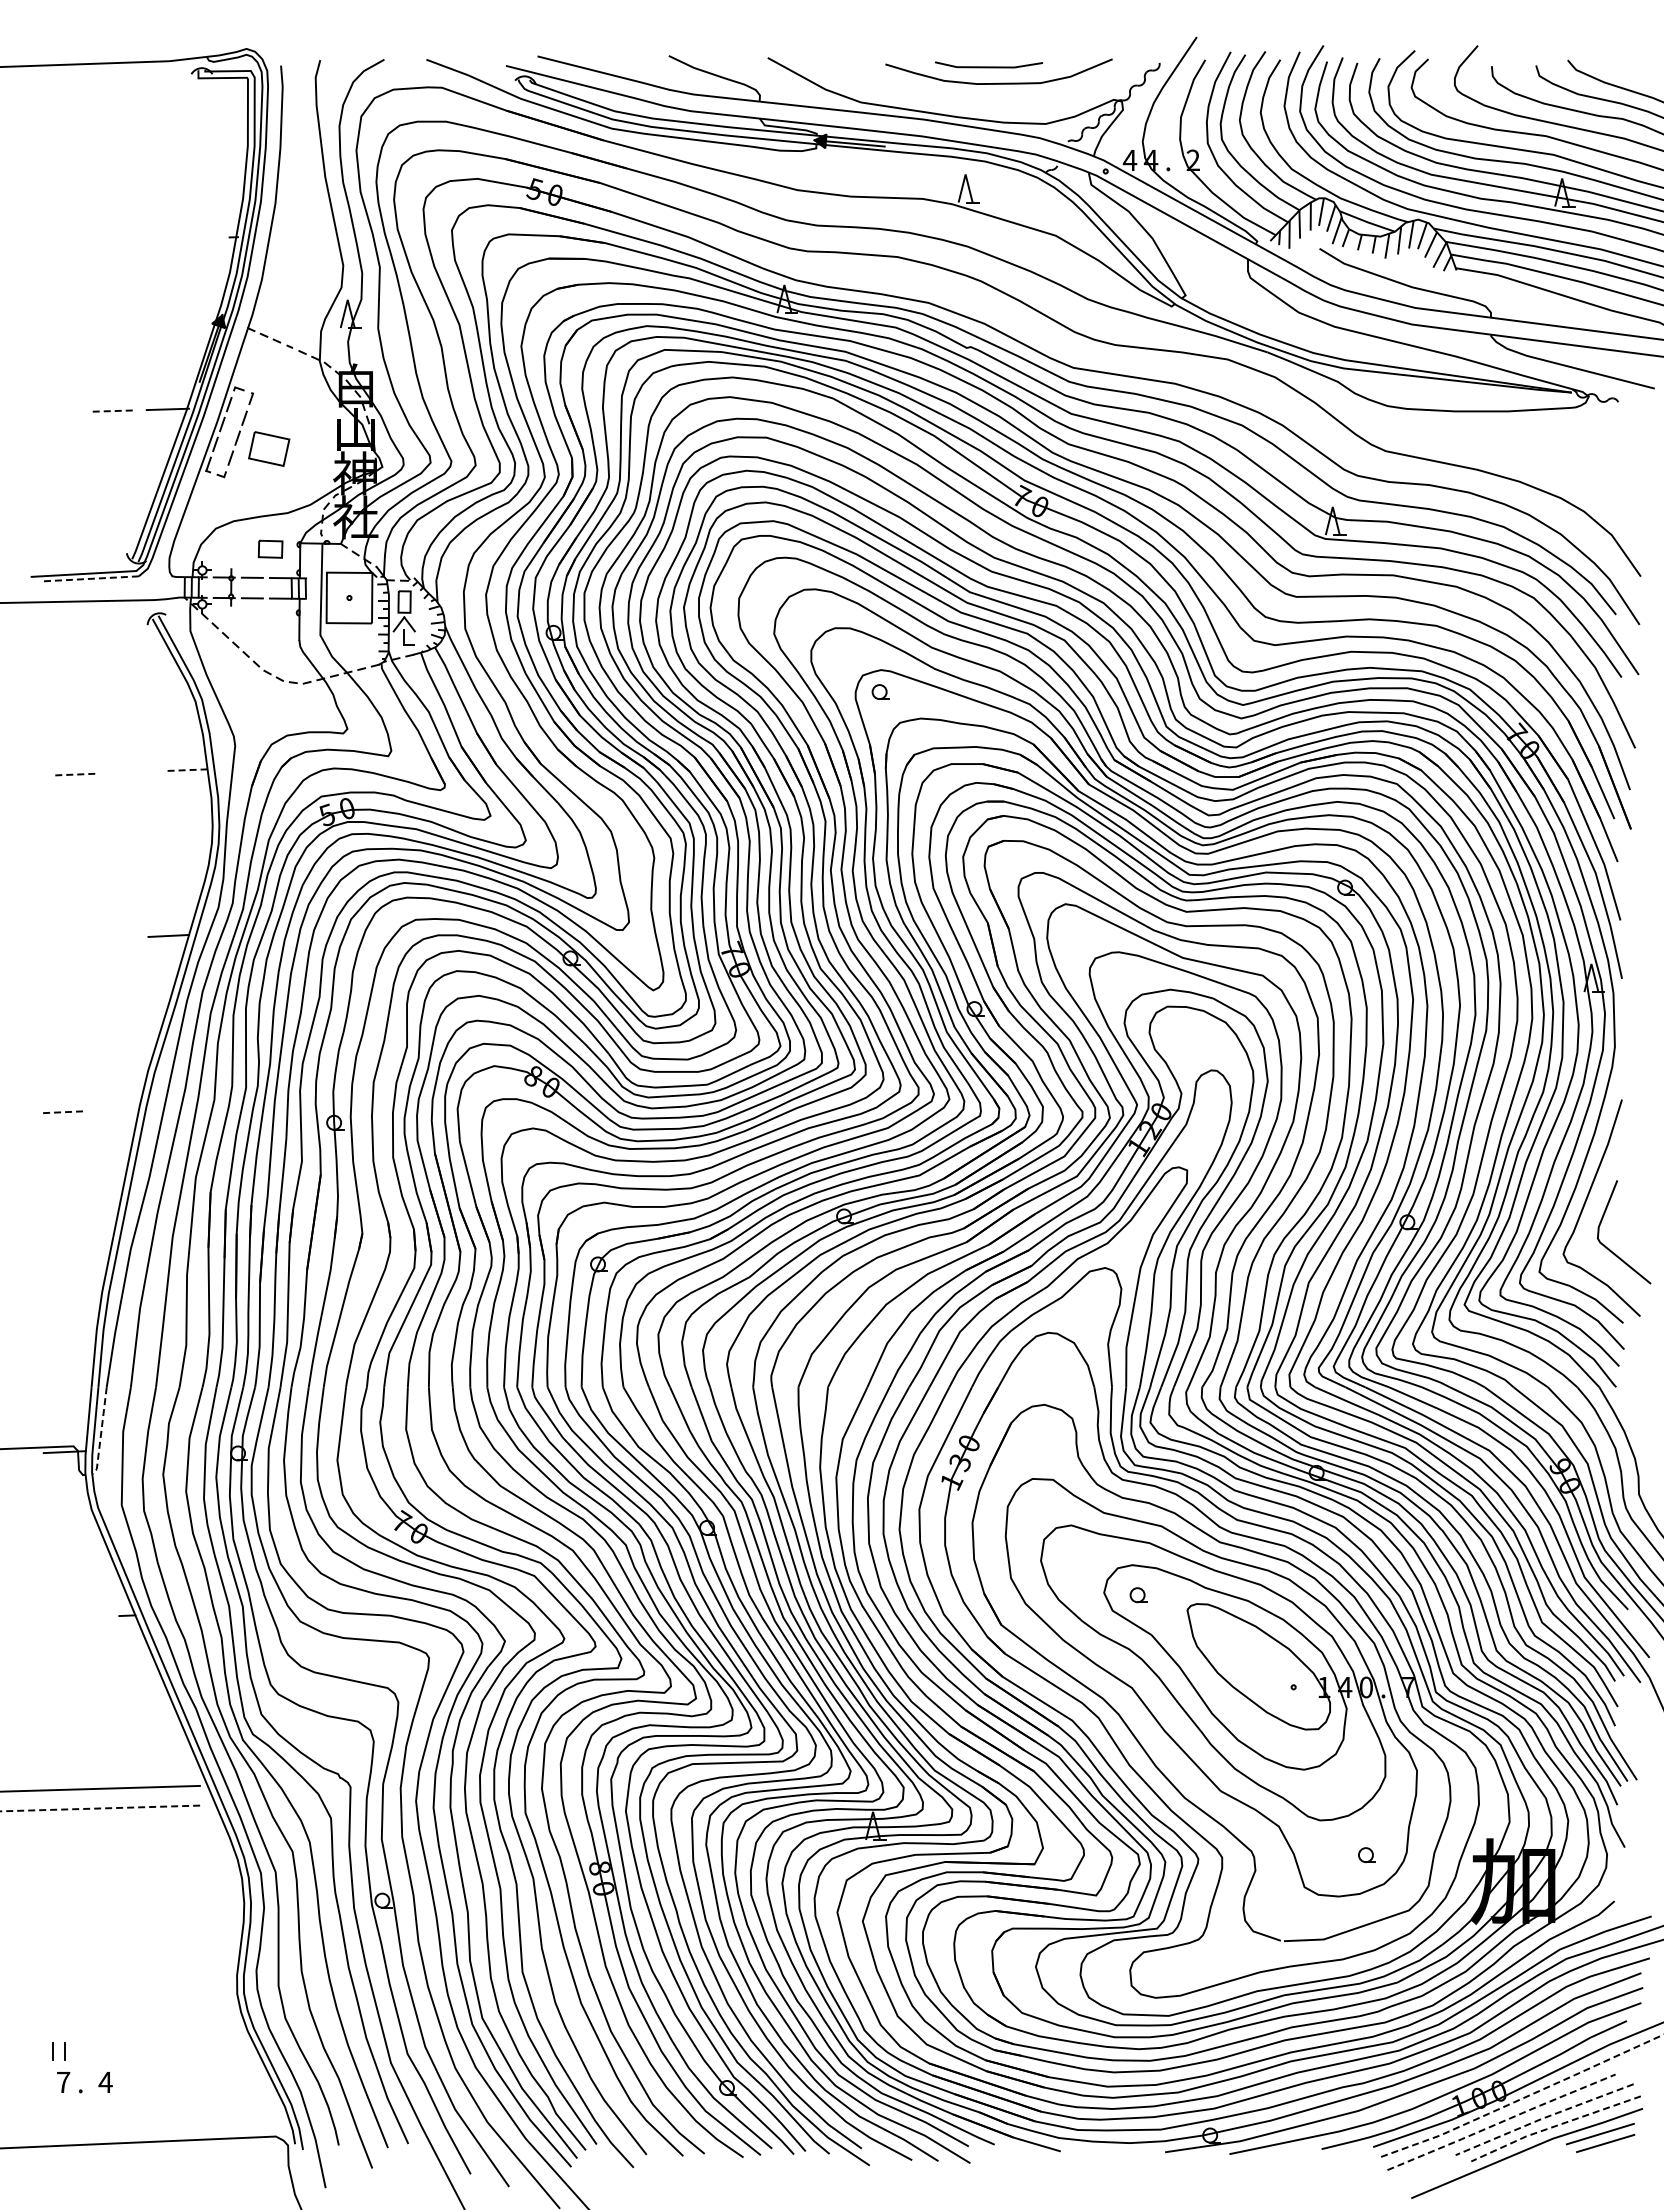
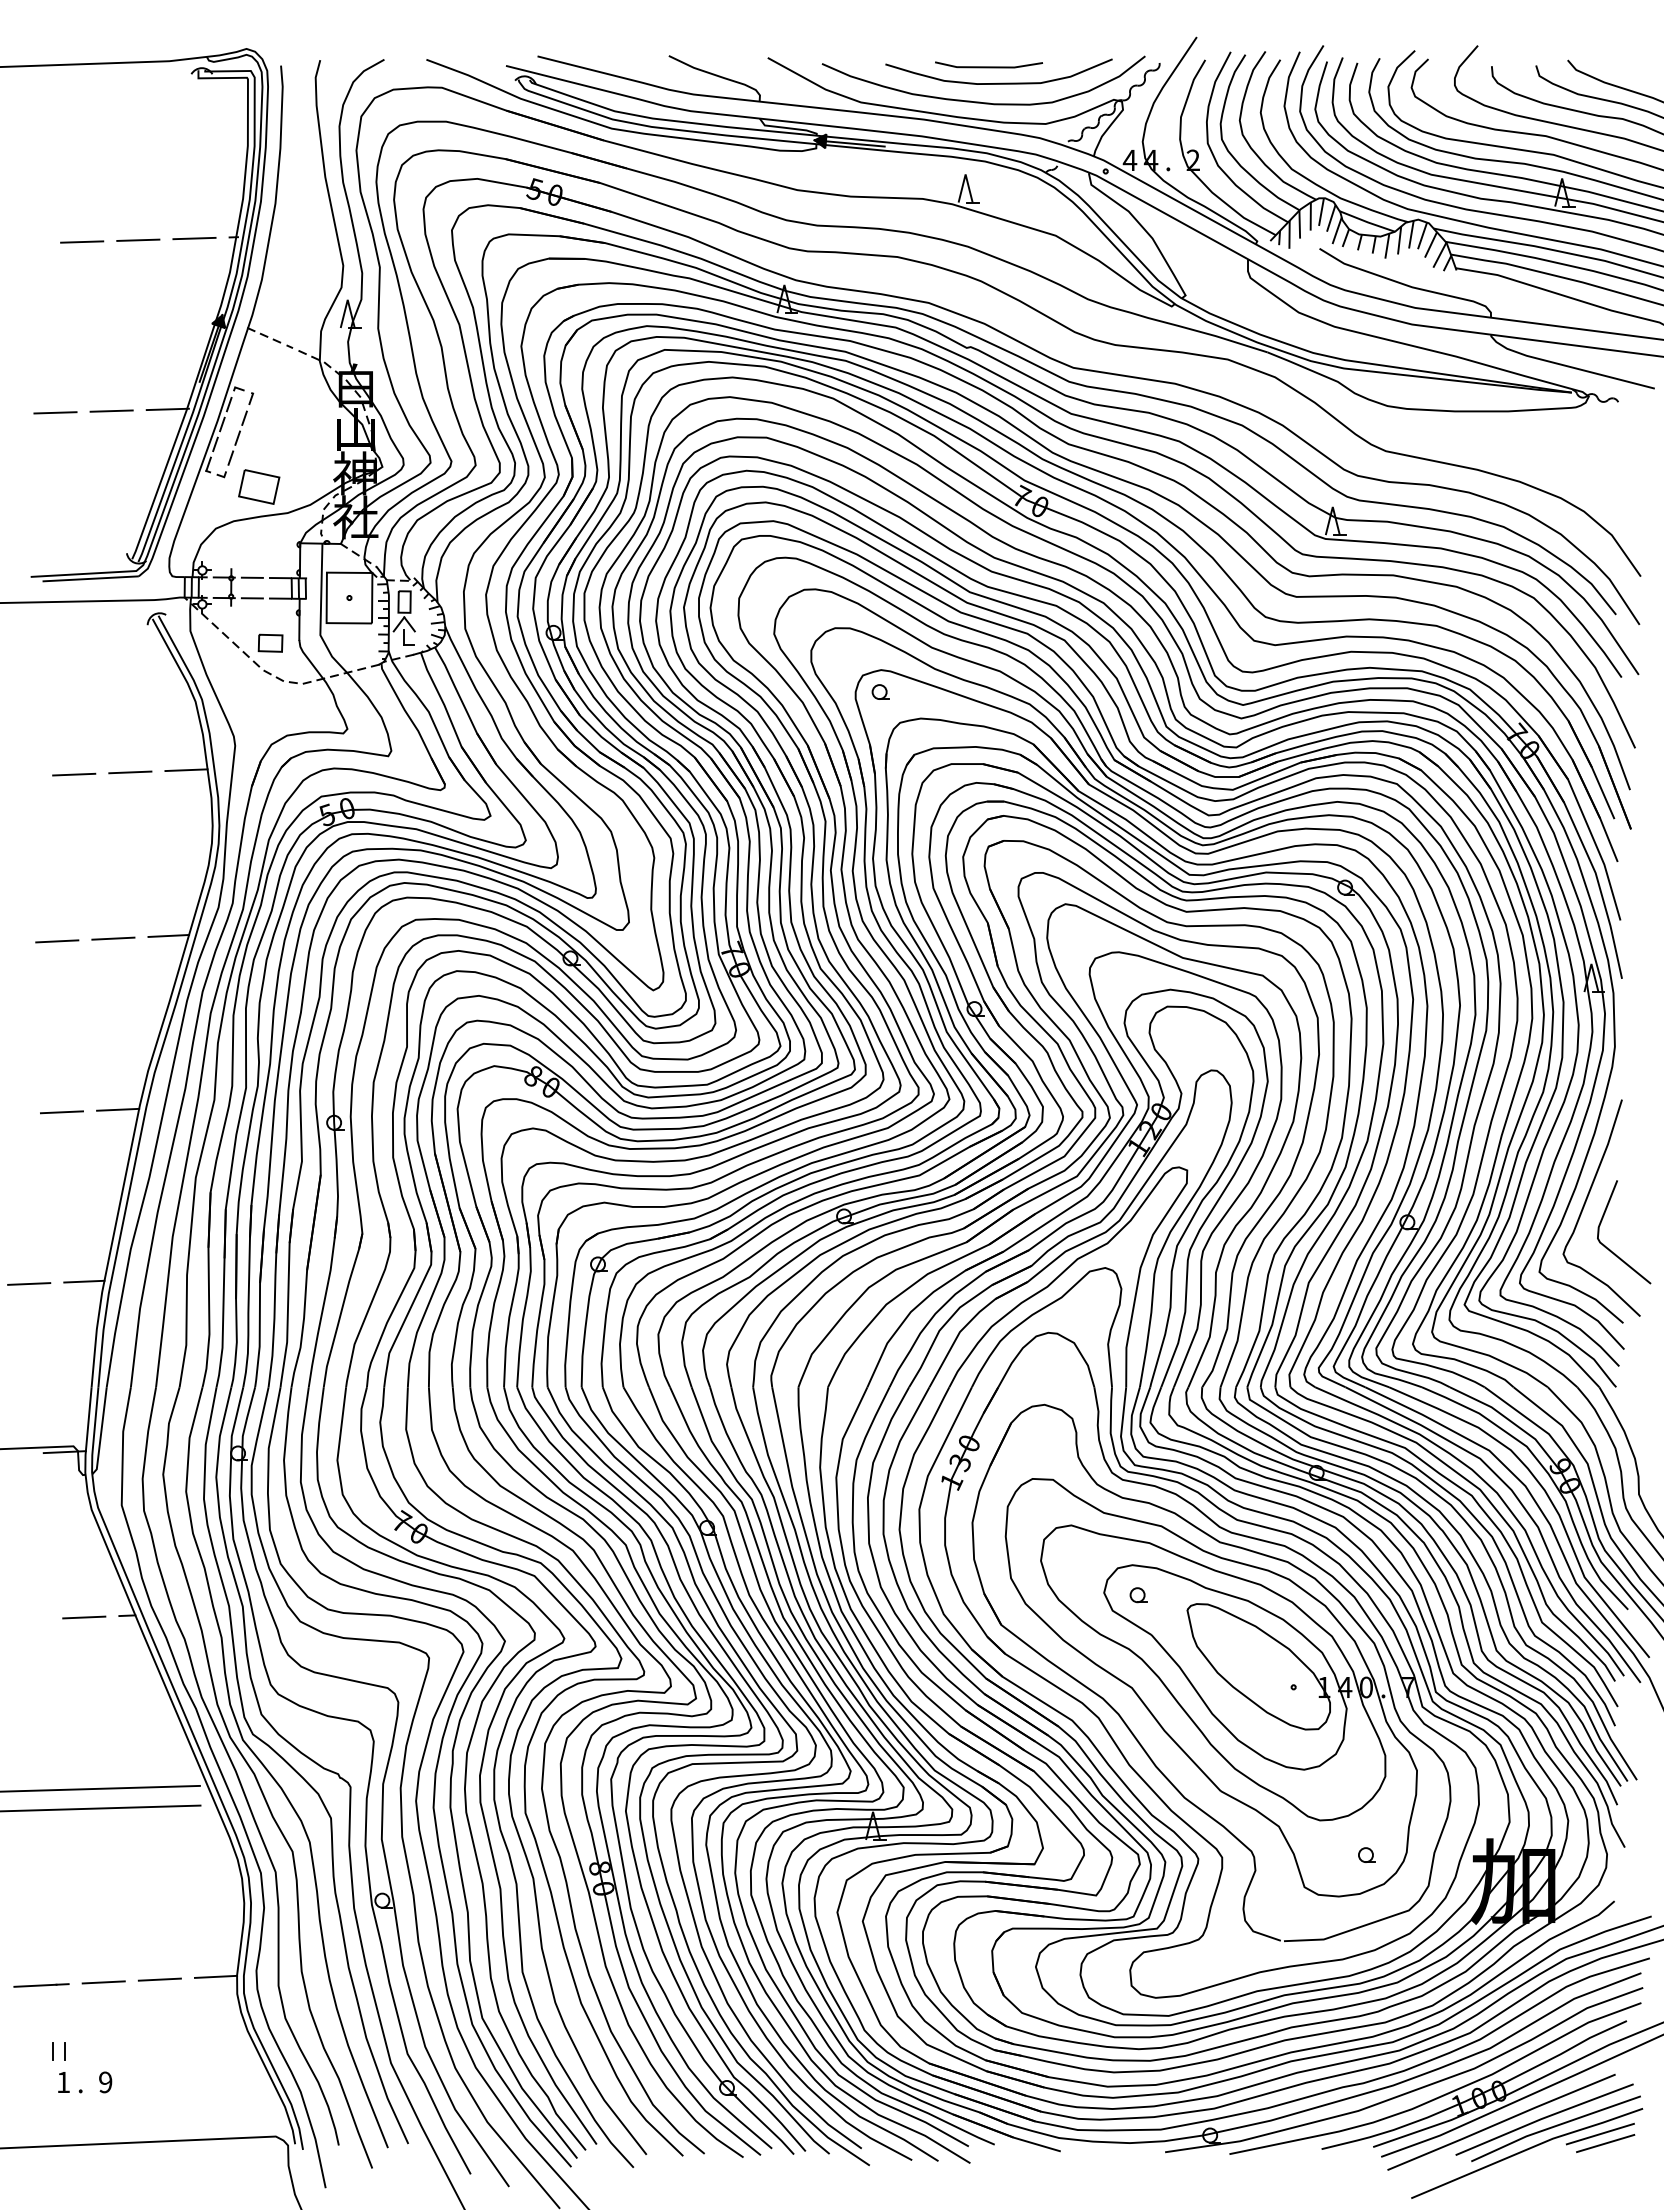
curve at (980, 101): none -> present
line at (194, 238): none -> present
line at (138, 239): none -> present
line at (82, 241): none -> present
line at (111, 411): dashed -> solid
line at (55, 412): none -> present
part at (269, 448) position: (269, 448) -> (259, 486)
part at (270, 548) position: (270, 548) -> (270, 642)
line at (90, 578): dashed -> solid
line at (186, 770): dashed -> solid
line at (130, 772): none -> present
line at (73, 774): dashed -> solid
line at (113, 938): none -> present
line at (57, 941): none -> present
line at (118, 1109): none -> present
line at (61, 1112): dashed -> solid
line at (84, 1281): none -> present
line at (29, 1283): none -> present
line at (101, 1433): dashed -> solid
line at (84, 1617): none -> present
line at (100, 1808): dashed -> solid
line at (215, 1976): none -> present
line at (159, 1979): none -> present
line at (103, 1982): none -> present
line at (41, 1985): none -> present
text at (63, 2082): 7 -> 1
text at (105, 2082): 4 -> 9
line at (1523, 2097): dashed -> solid
line at (1543, 2118): dashed -> solid
line at (1501, 2121): dashed -> solid
line at (1554, 2126): dashed -> solid
